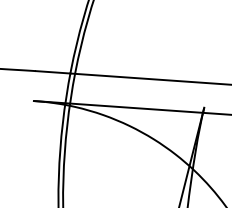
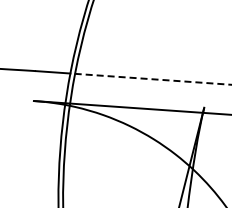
line at (151, 79): solid -> dashed
